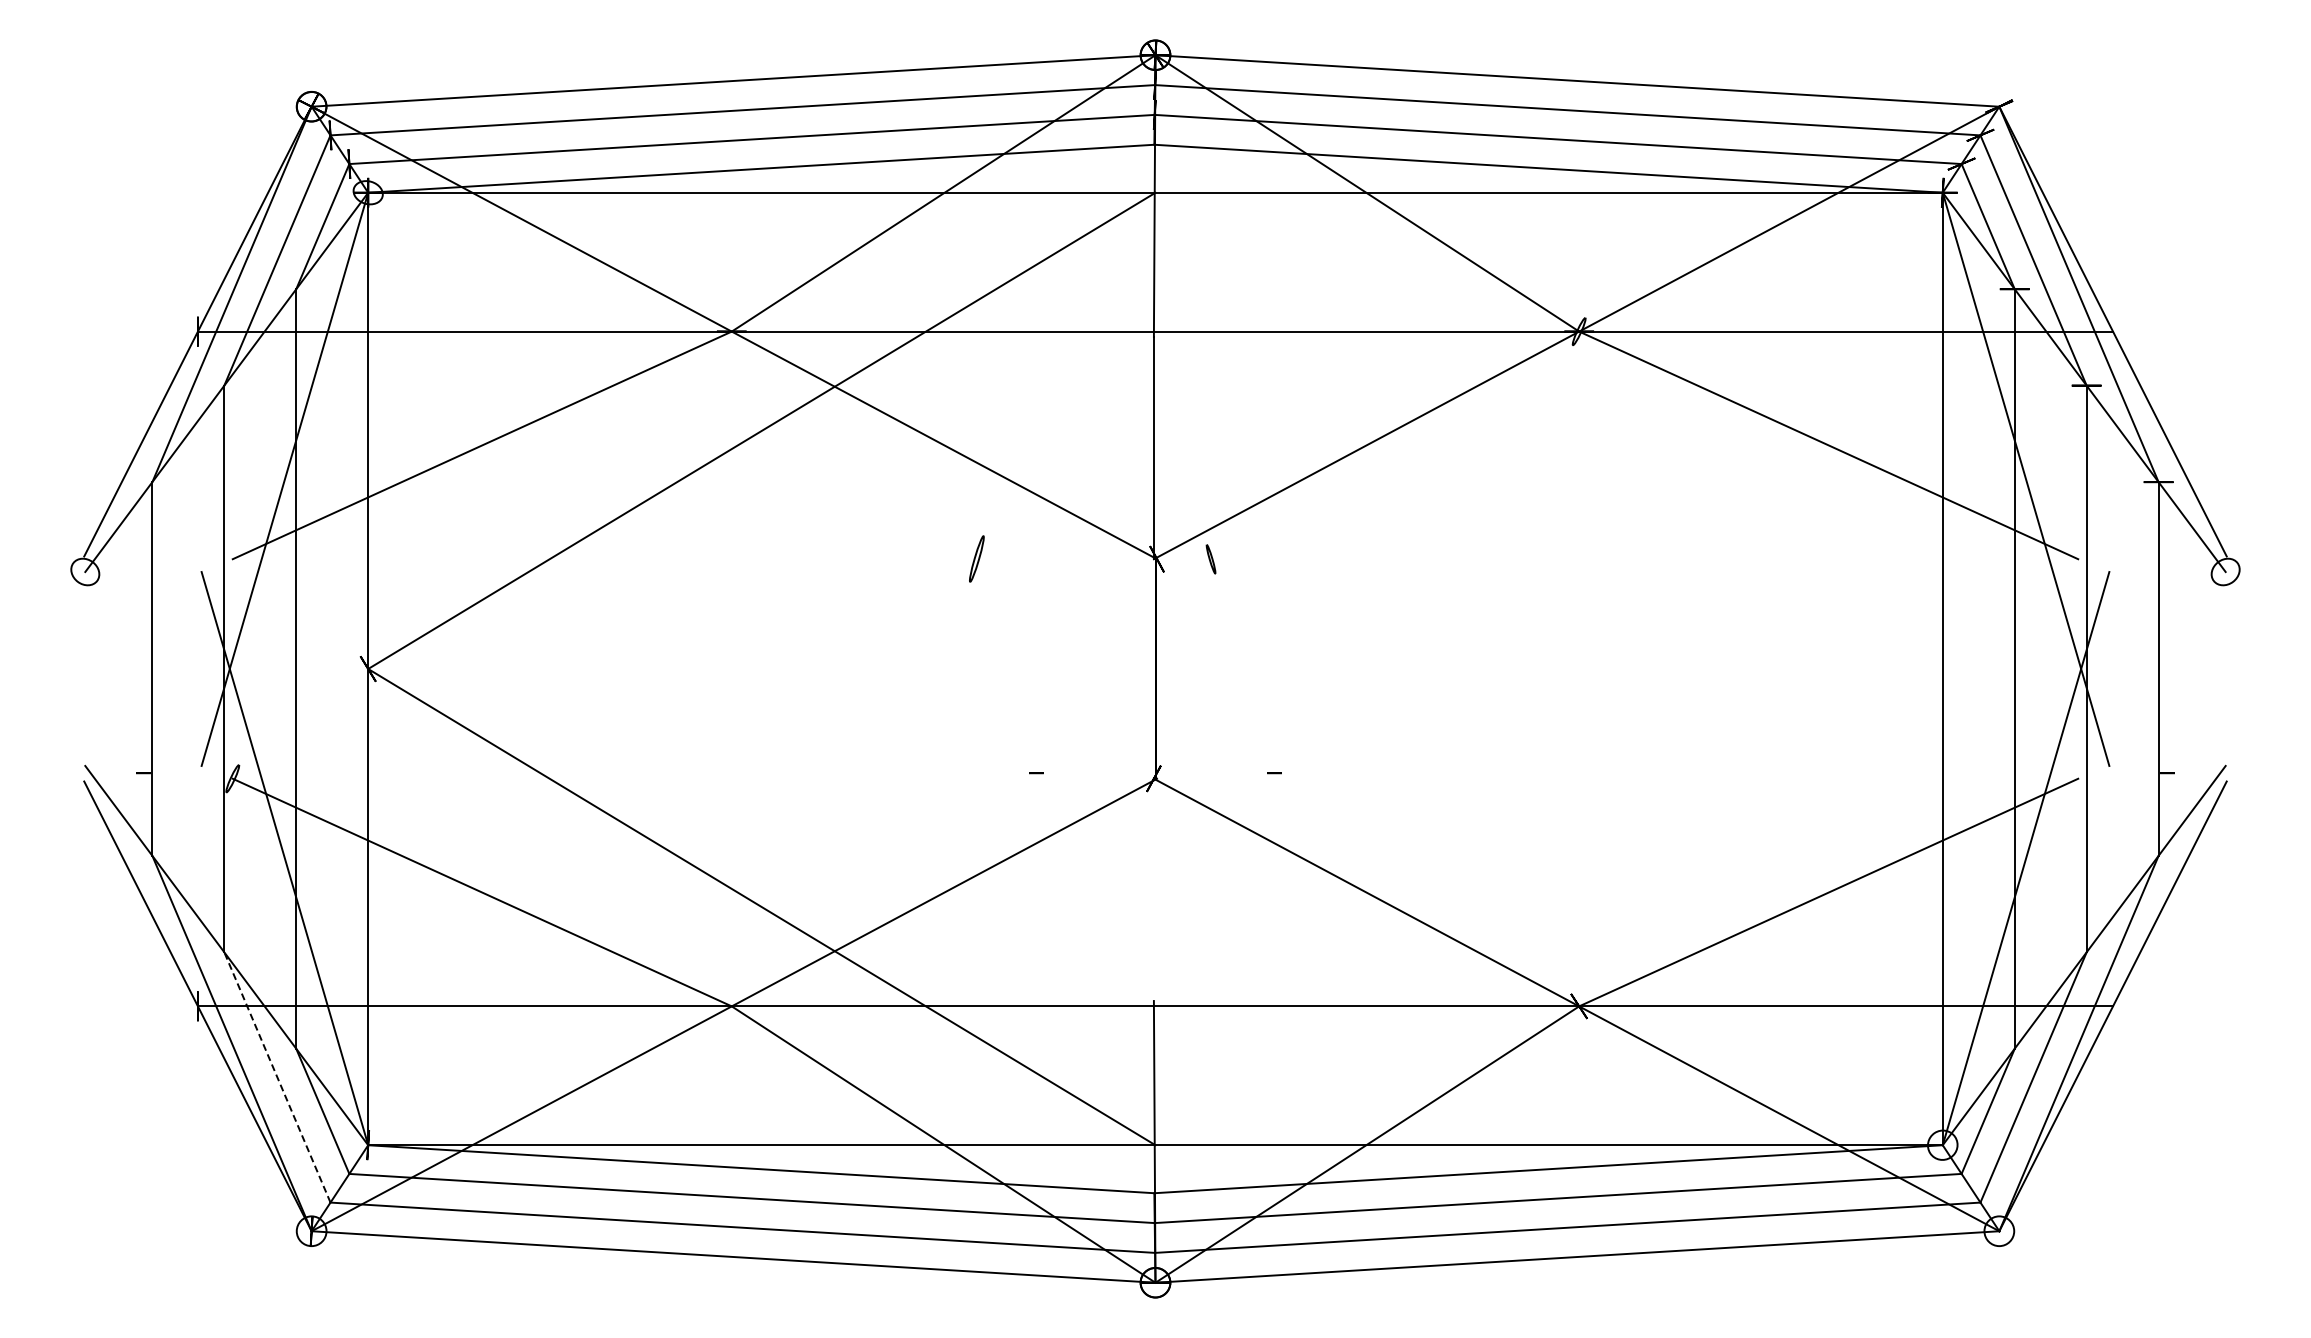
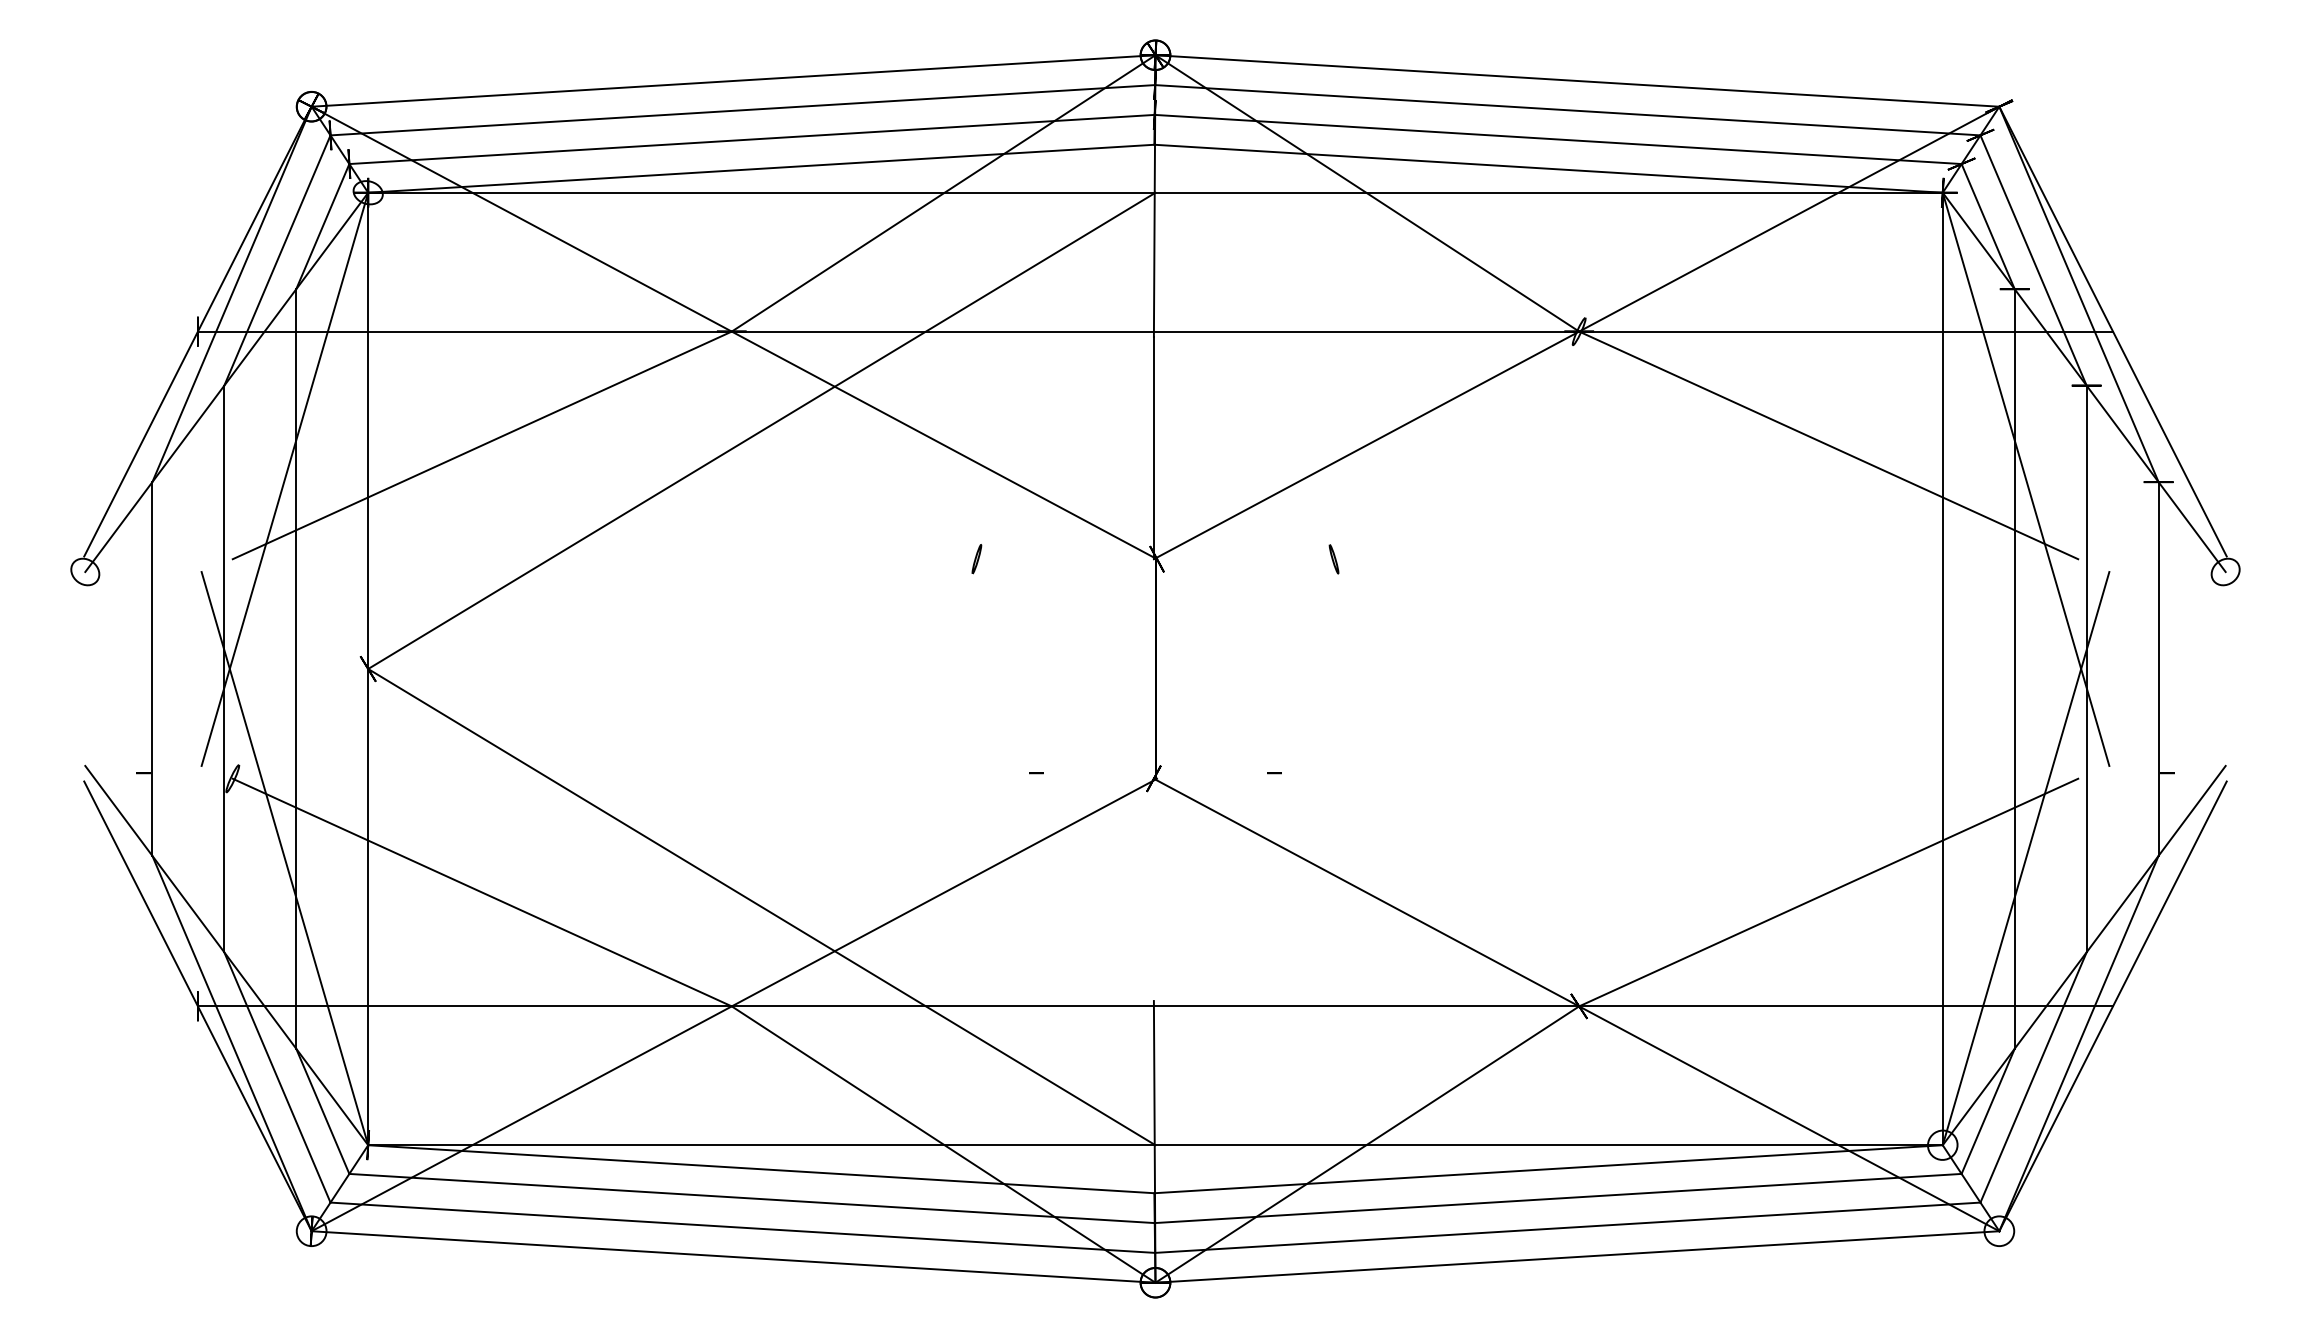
circle at (976, 558) size: 16x48 px -> 12x31 px
circle at (1210, 559) position: (1210, 559) -> (1333, 559)
line at (277, 1077): dashed -> solid
